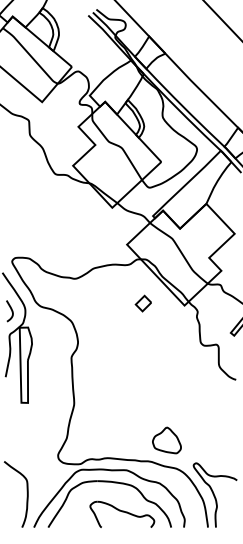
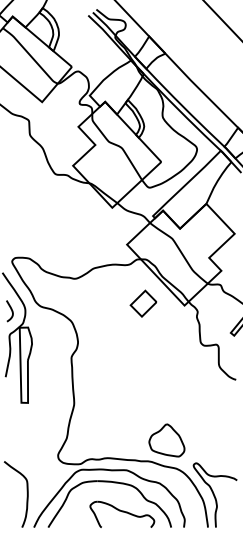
part at (142, 303) size: 18x19 px -> 29x29 px
part at (166, 440) size: 30x29 px -> 38x35 px
